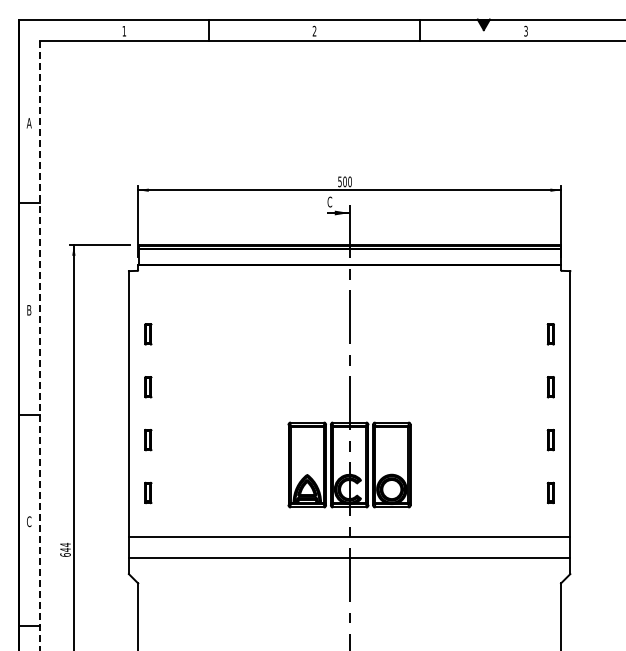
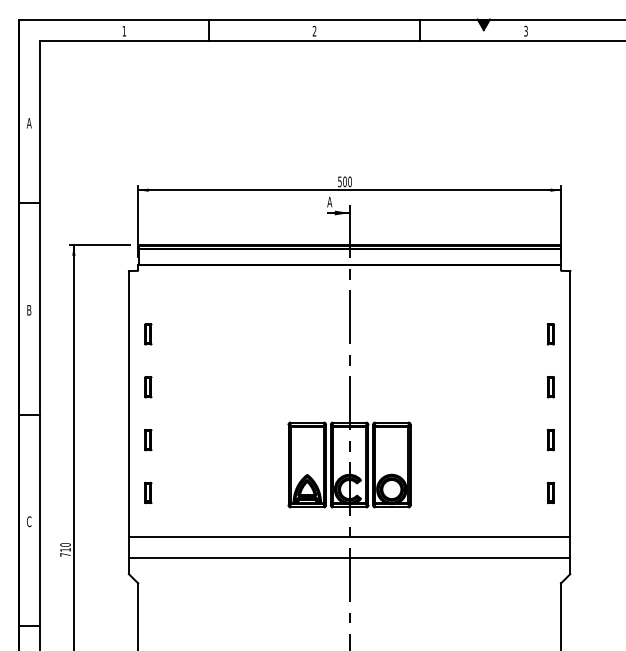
text at (329, 201): C -> A
line at (39, 345): dashed -> solid
text at (65, 549): 644 -> 710
